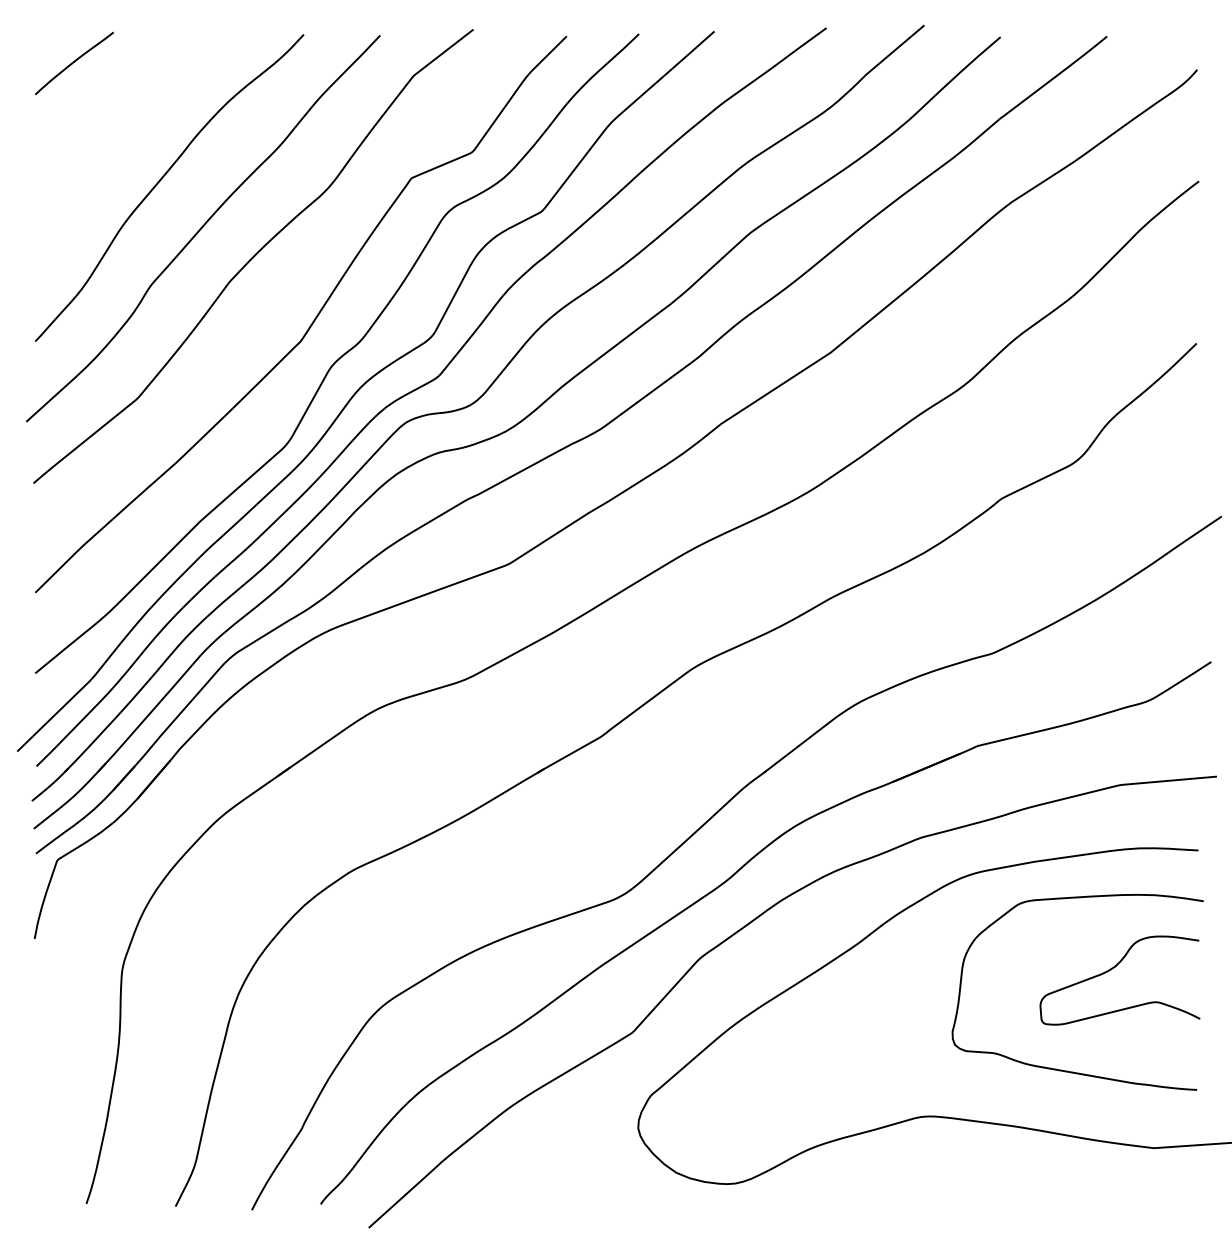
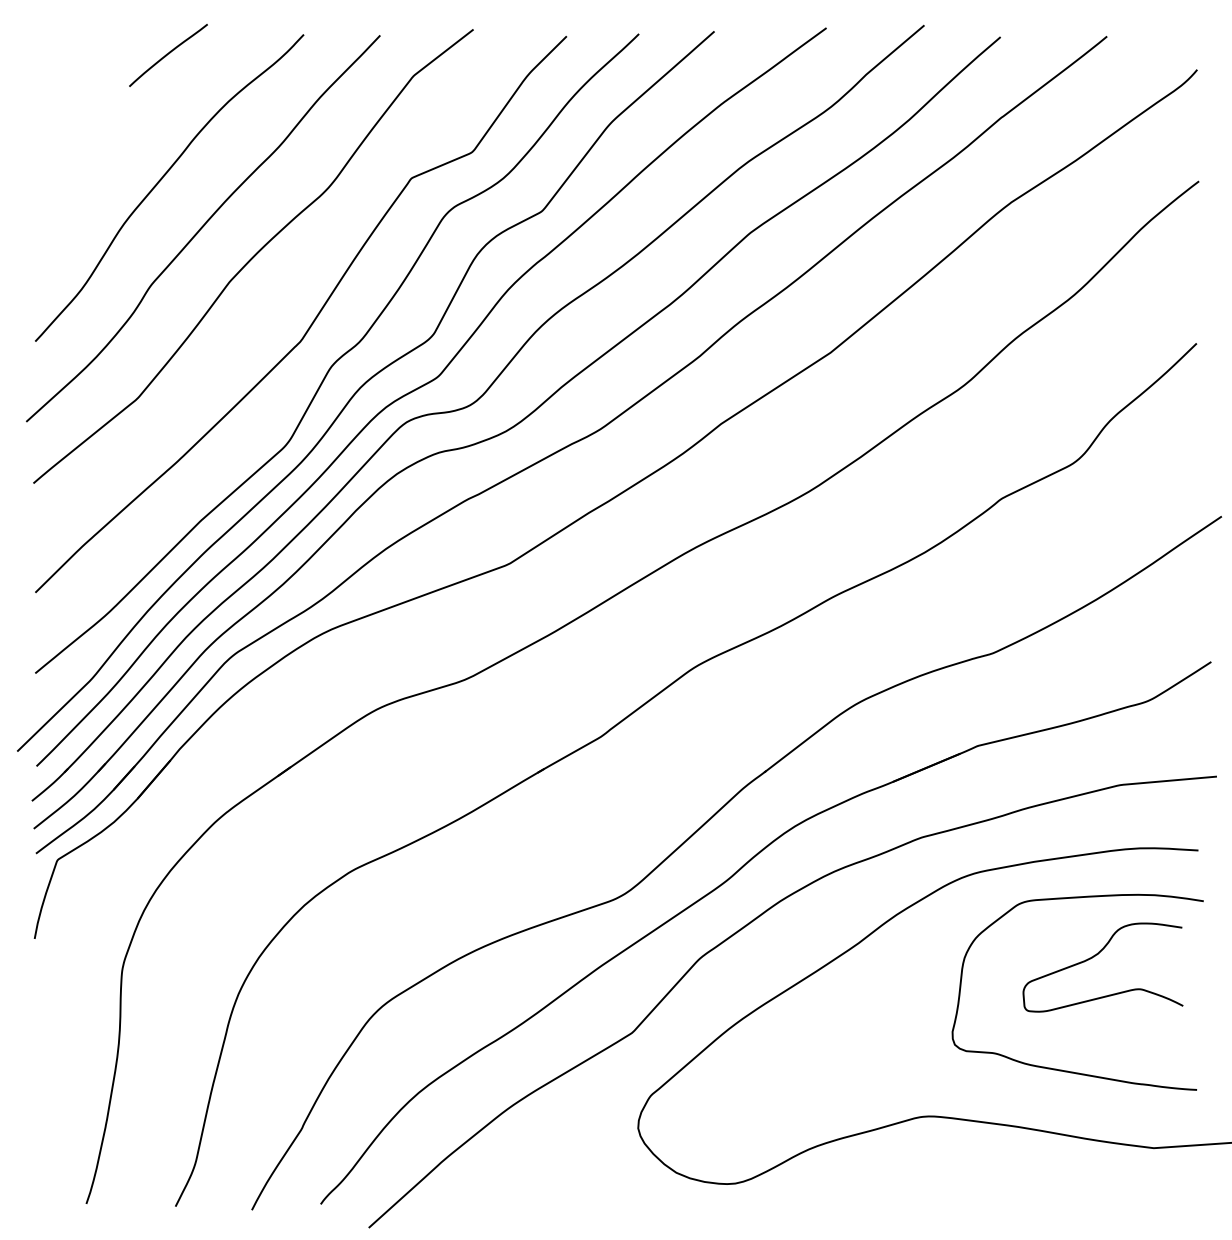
curve at (74, 62) position: (74, 62) -> (168, 54)
curve at (1111, 970) position: (1111, 970) -> (1094, 957)
